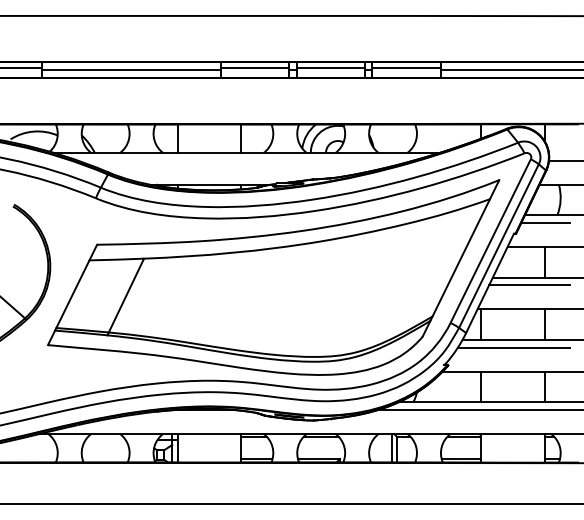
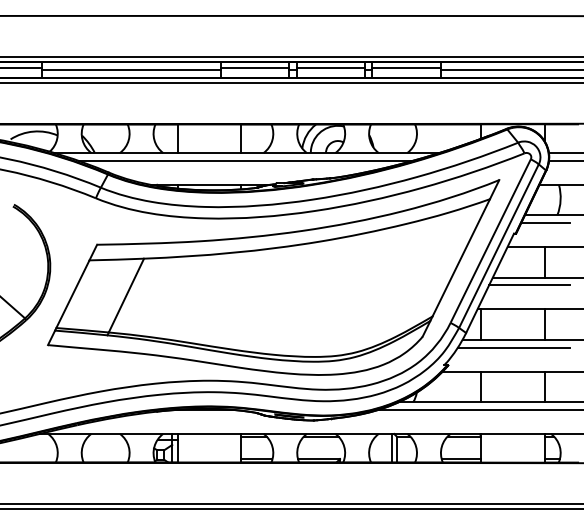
line at (291, 57): none -> present
line at (291, 82): none -> present
line at (564, 152): none -> present
line at (245, 160): none -> present
line at (291, 508): none -> present
